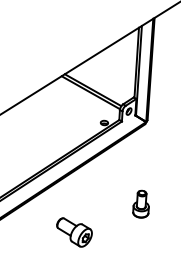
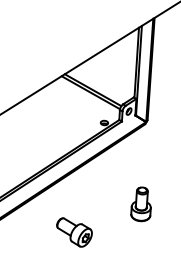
part at (140, 203) size: 18x30 px -> 22x37 px
